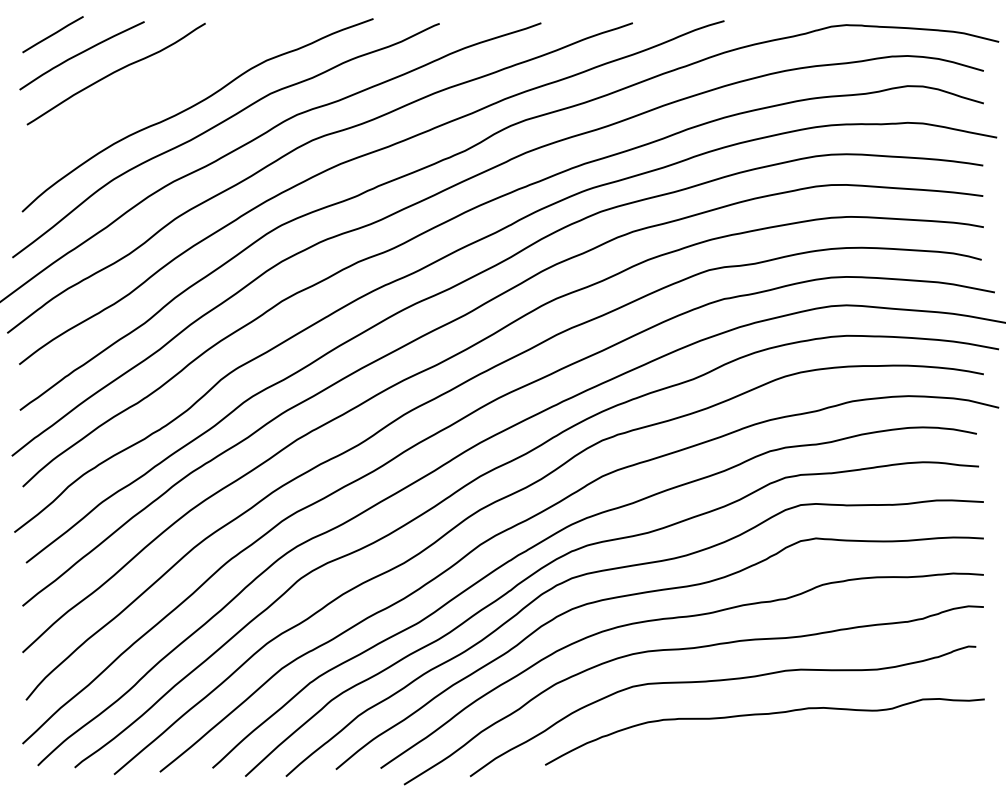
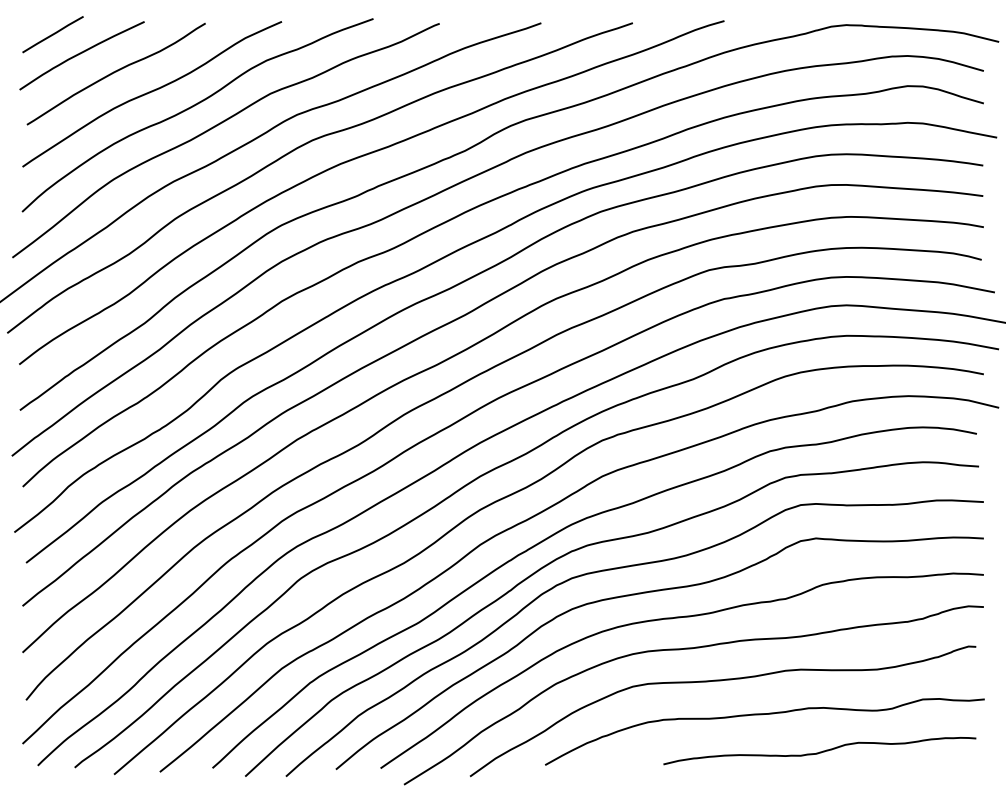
curve at (152, 92): none -> present
curve at (819, 751): none -> present
